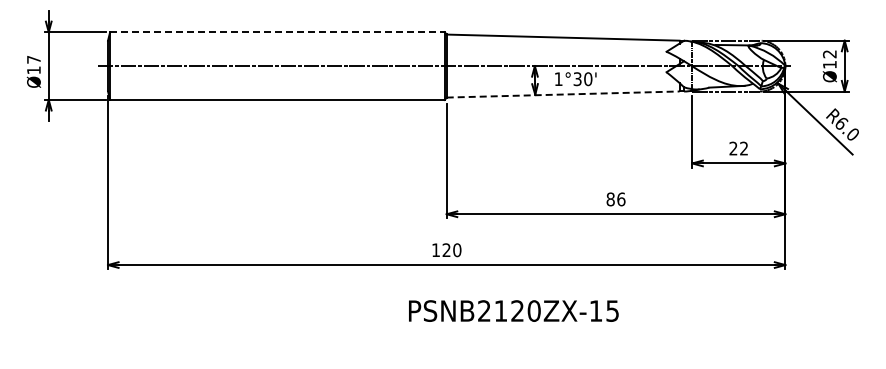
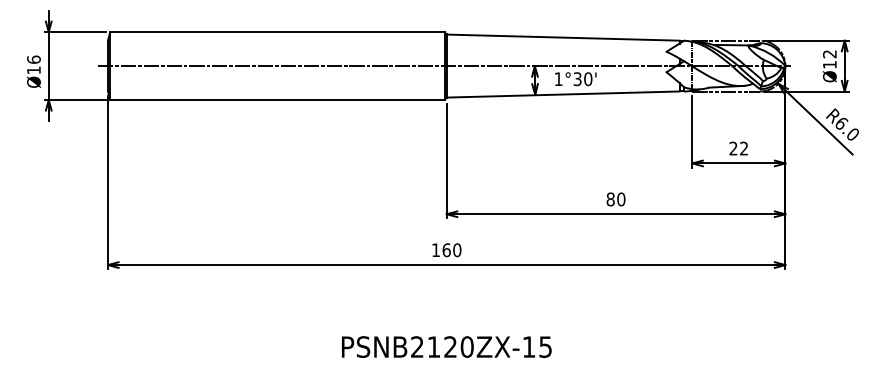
line at (277, 32): dashed -> solid
text at (33, 59): Ø17 -> Ø16
line at (563, 94): dashed -> solid
text at (621, 198): 86 -> 80
text at (446, 250): 120 -> 160
text at (513, 310) position: (513, 310) -> (446, 346)
